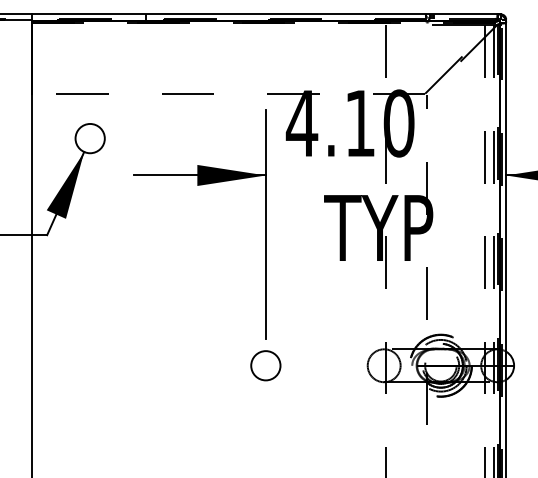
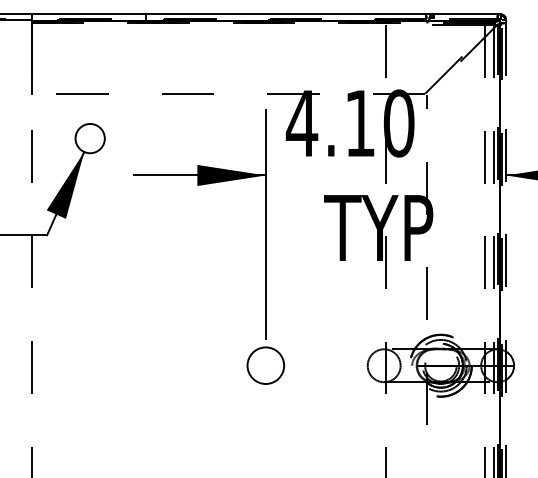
line at (31, 249): solid -> dashed
line at (506, 249): solid -> dashed
circle at (265, 365) size: 32x32 px -> 39x39 px
